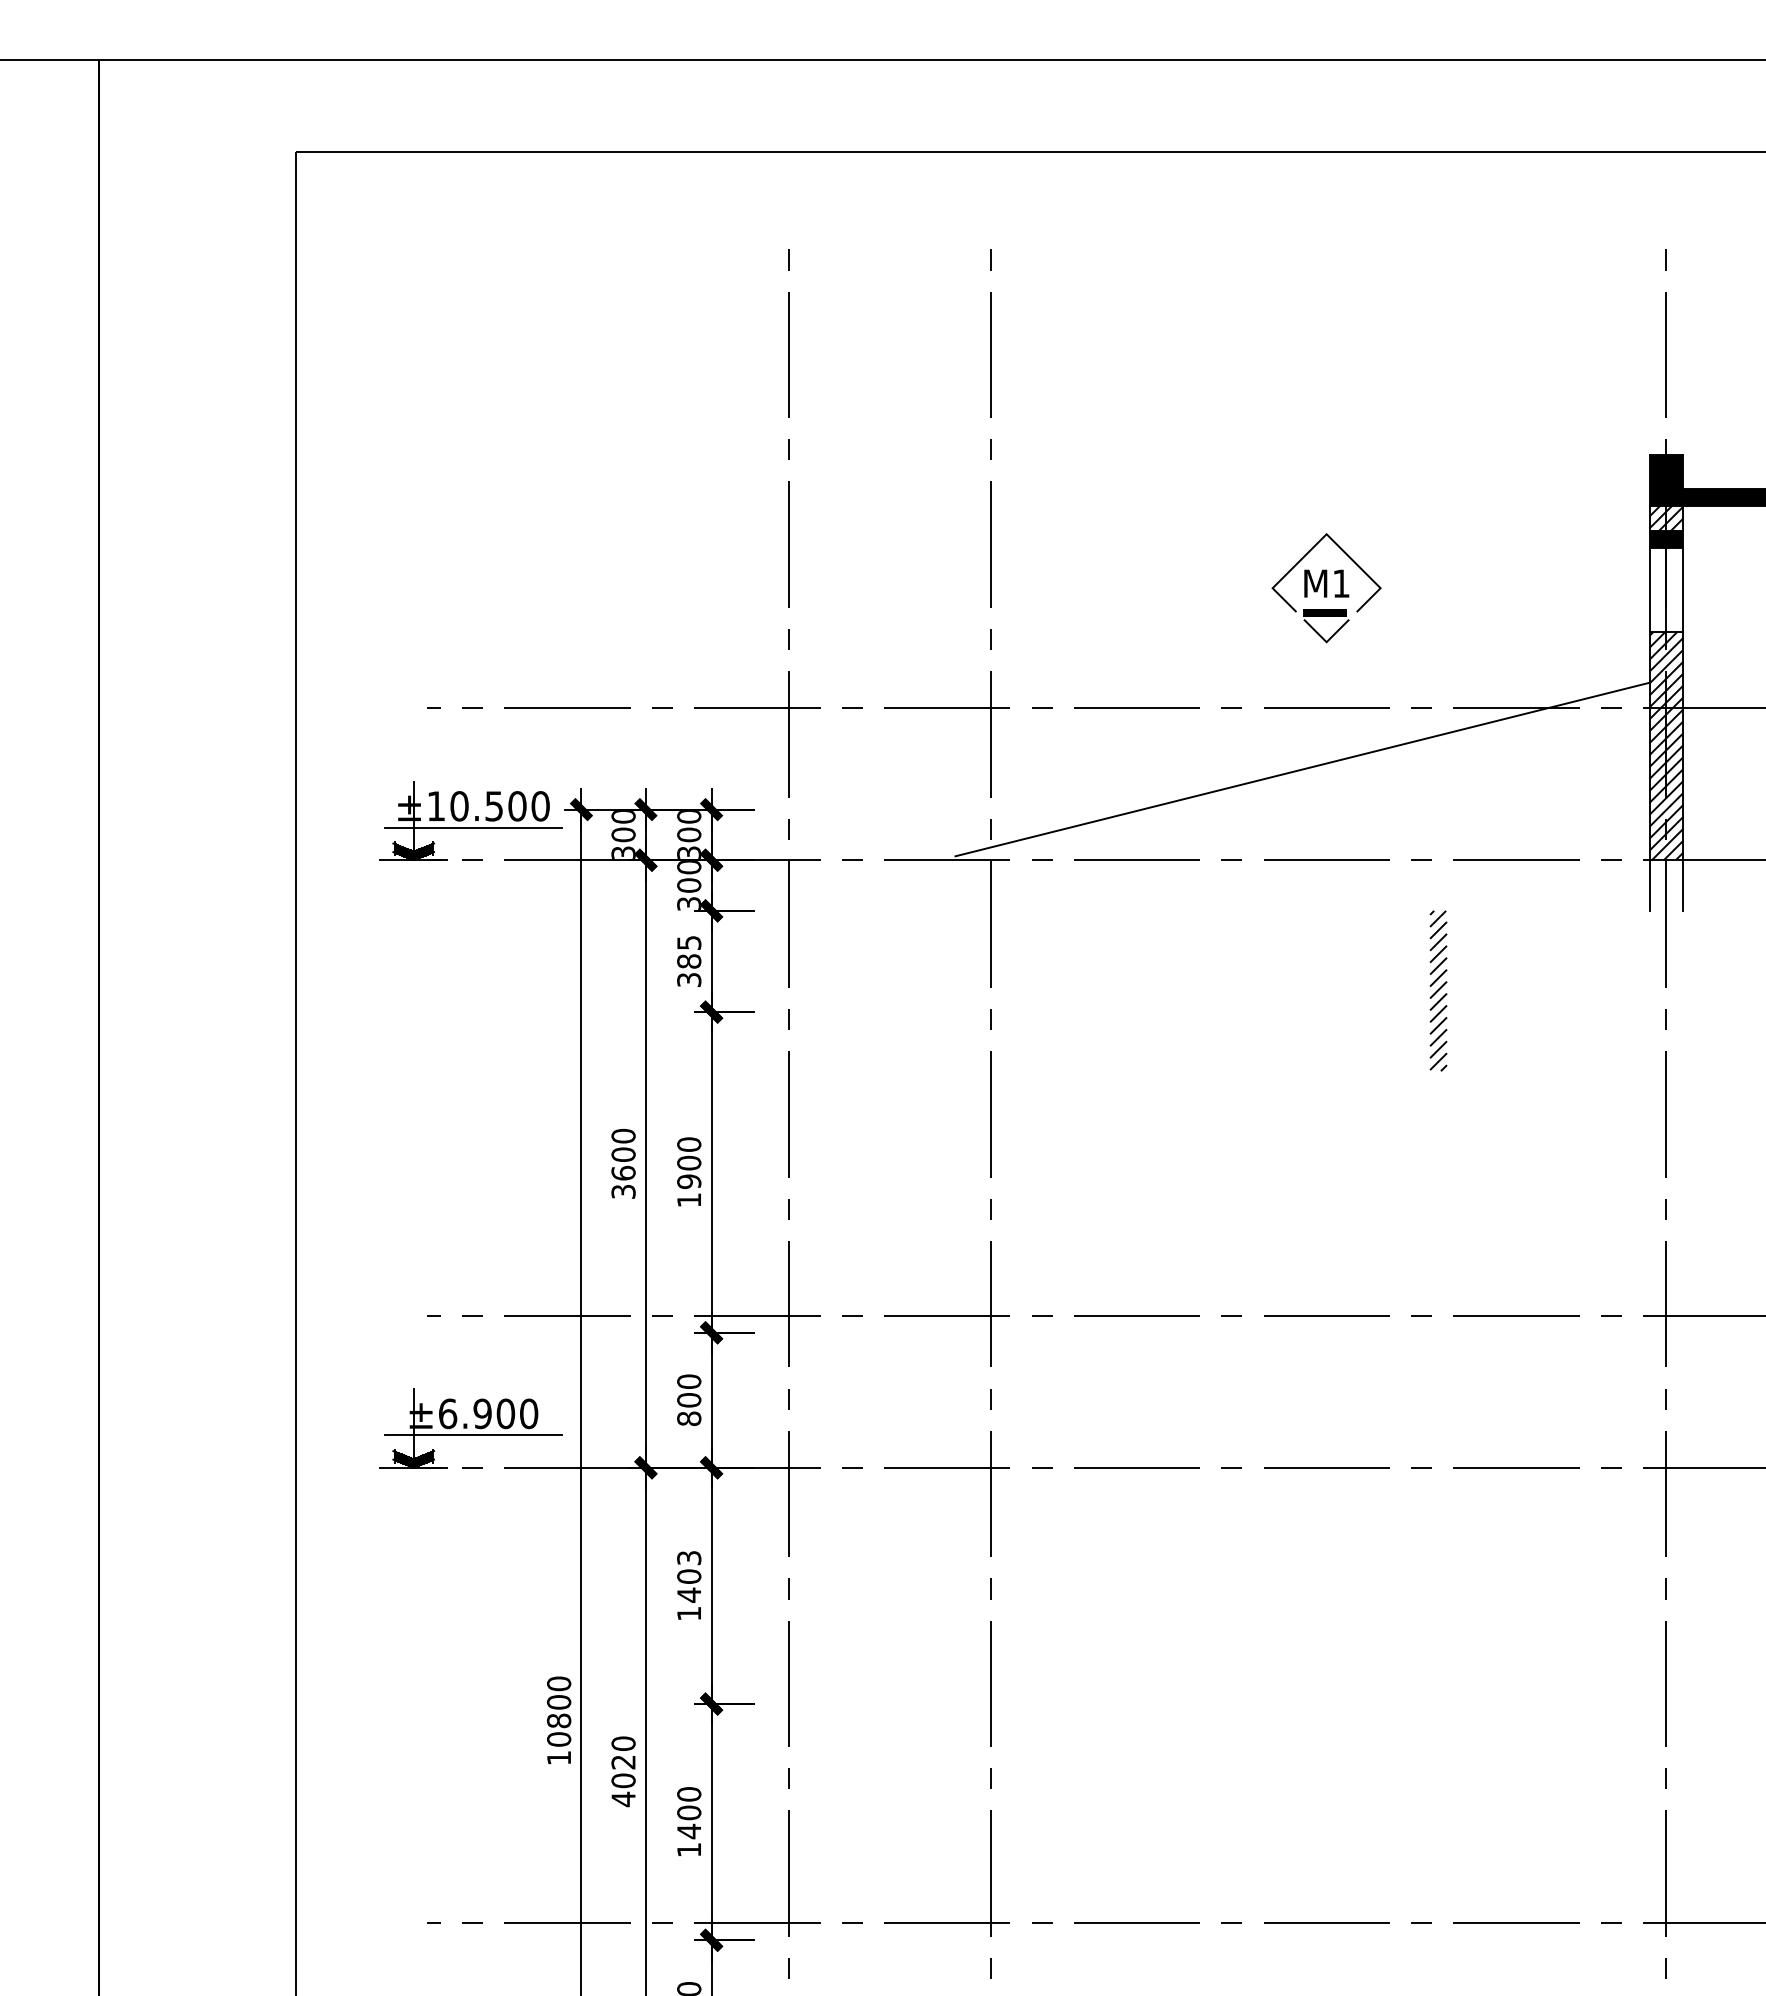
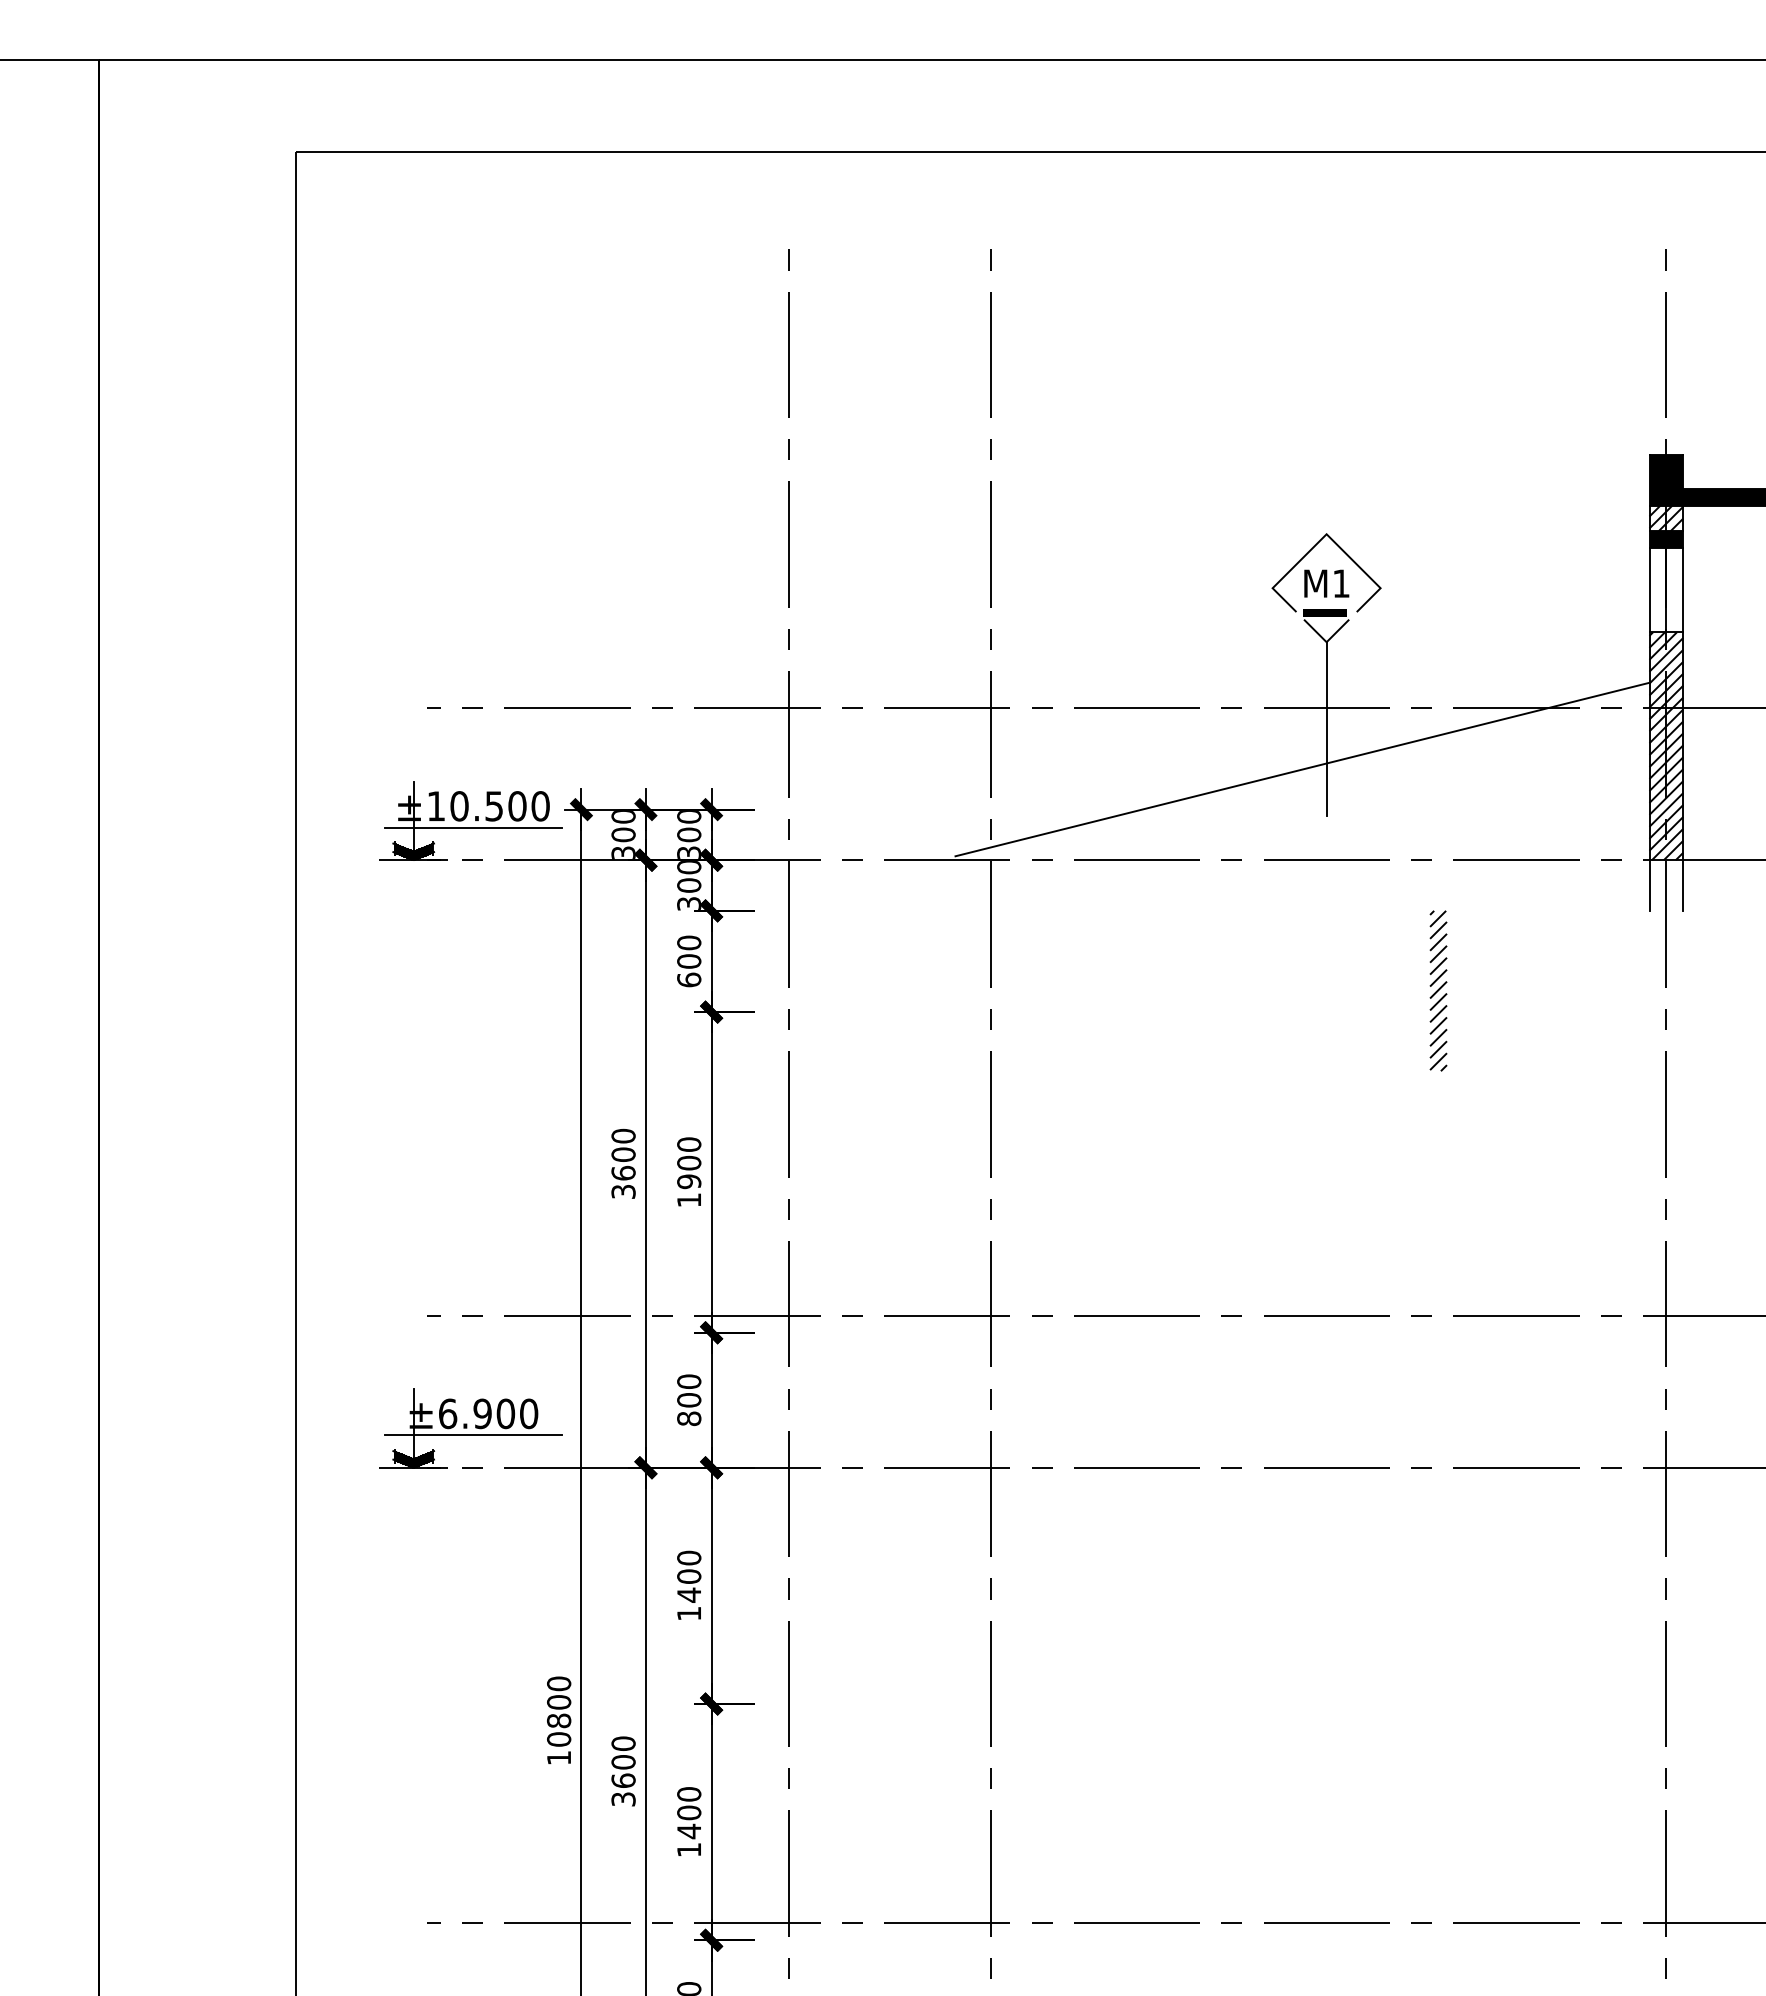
line at (1326, 729): none -> present
text at (689, 961): 385 -> 600
text at (689, 1557): 1403 -> 1400
text at (623, 1781): 4020 -> 3600
